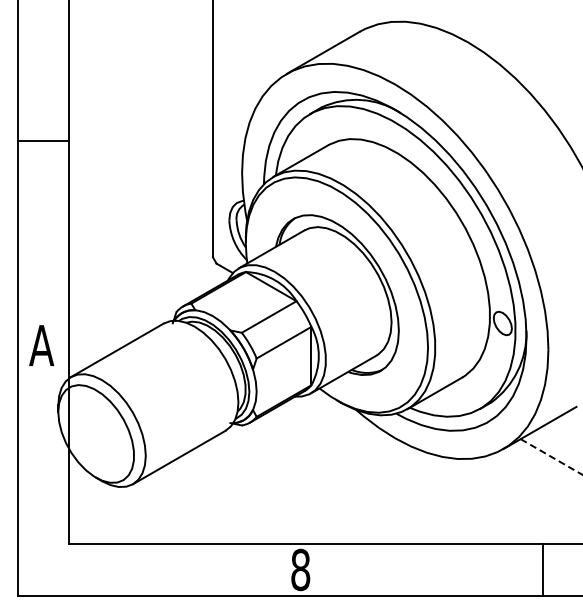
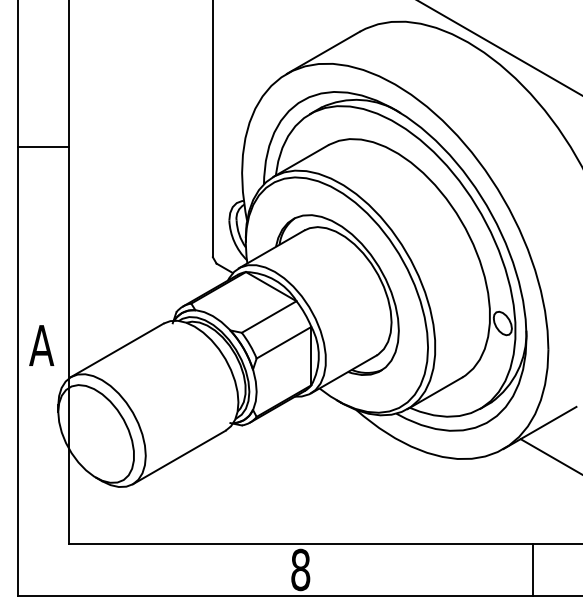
line at (499, 48): none -> present
line at (43, 140) position: (43, 140) -> (43, 146)
line at (551, 457): dashed -> solid
line at (543, 569) position: (543, 569) -> (533, 569)
